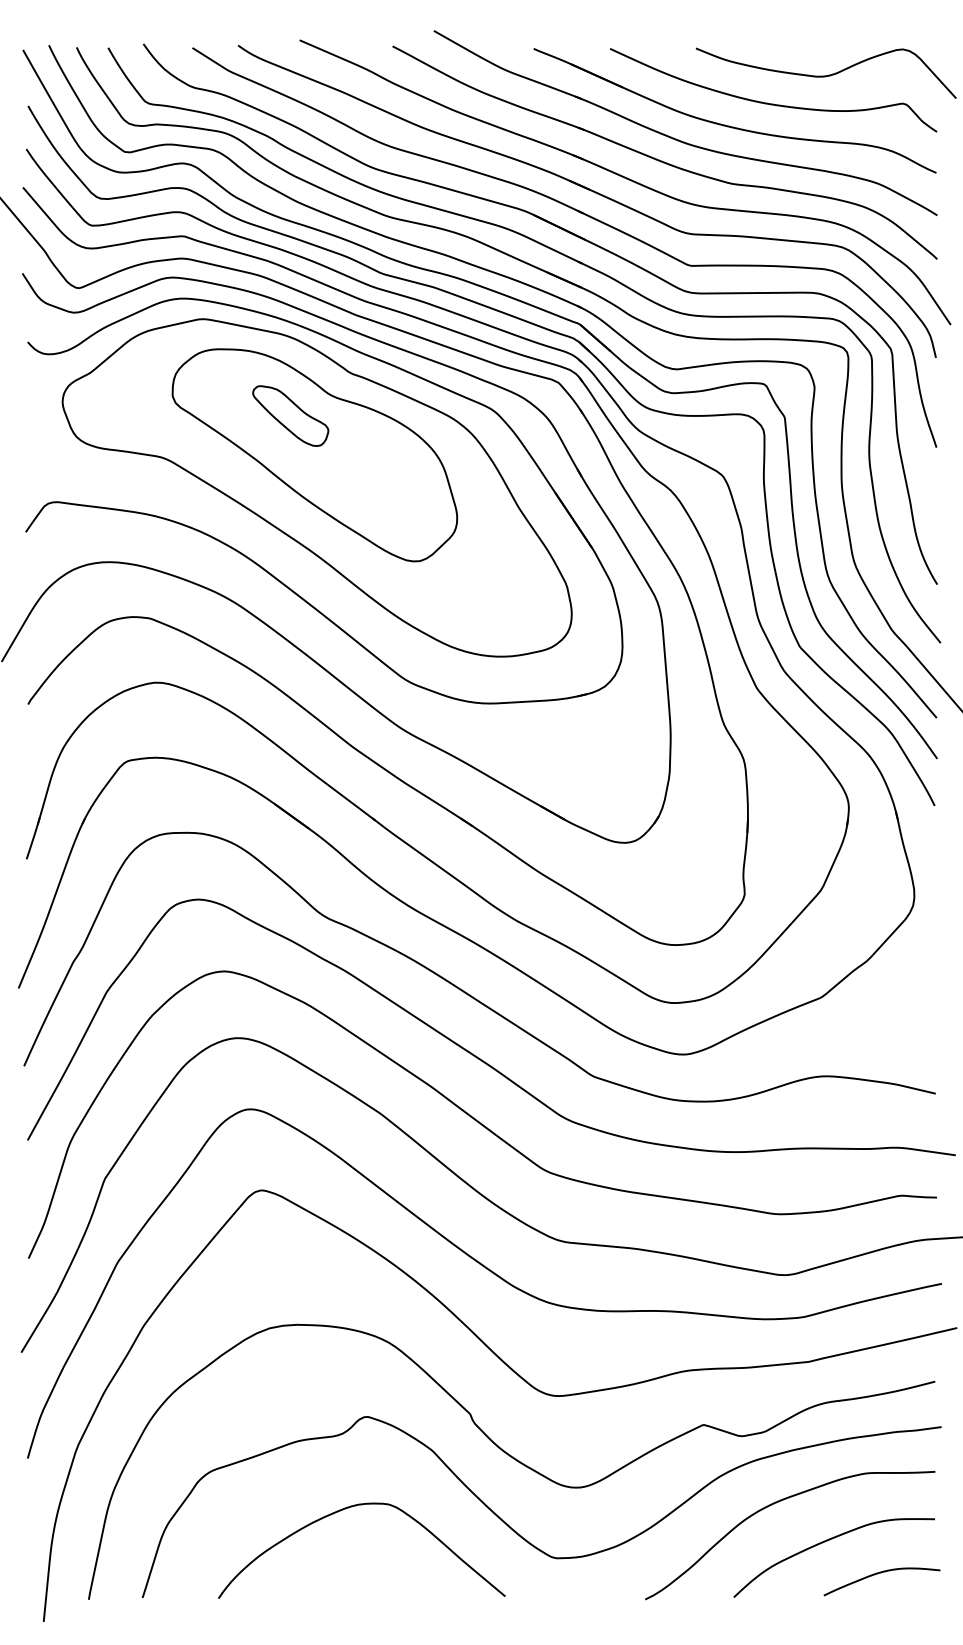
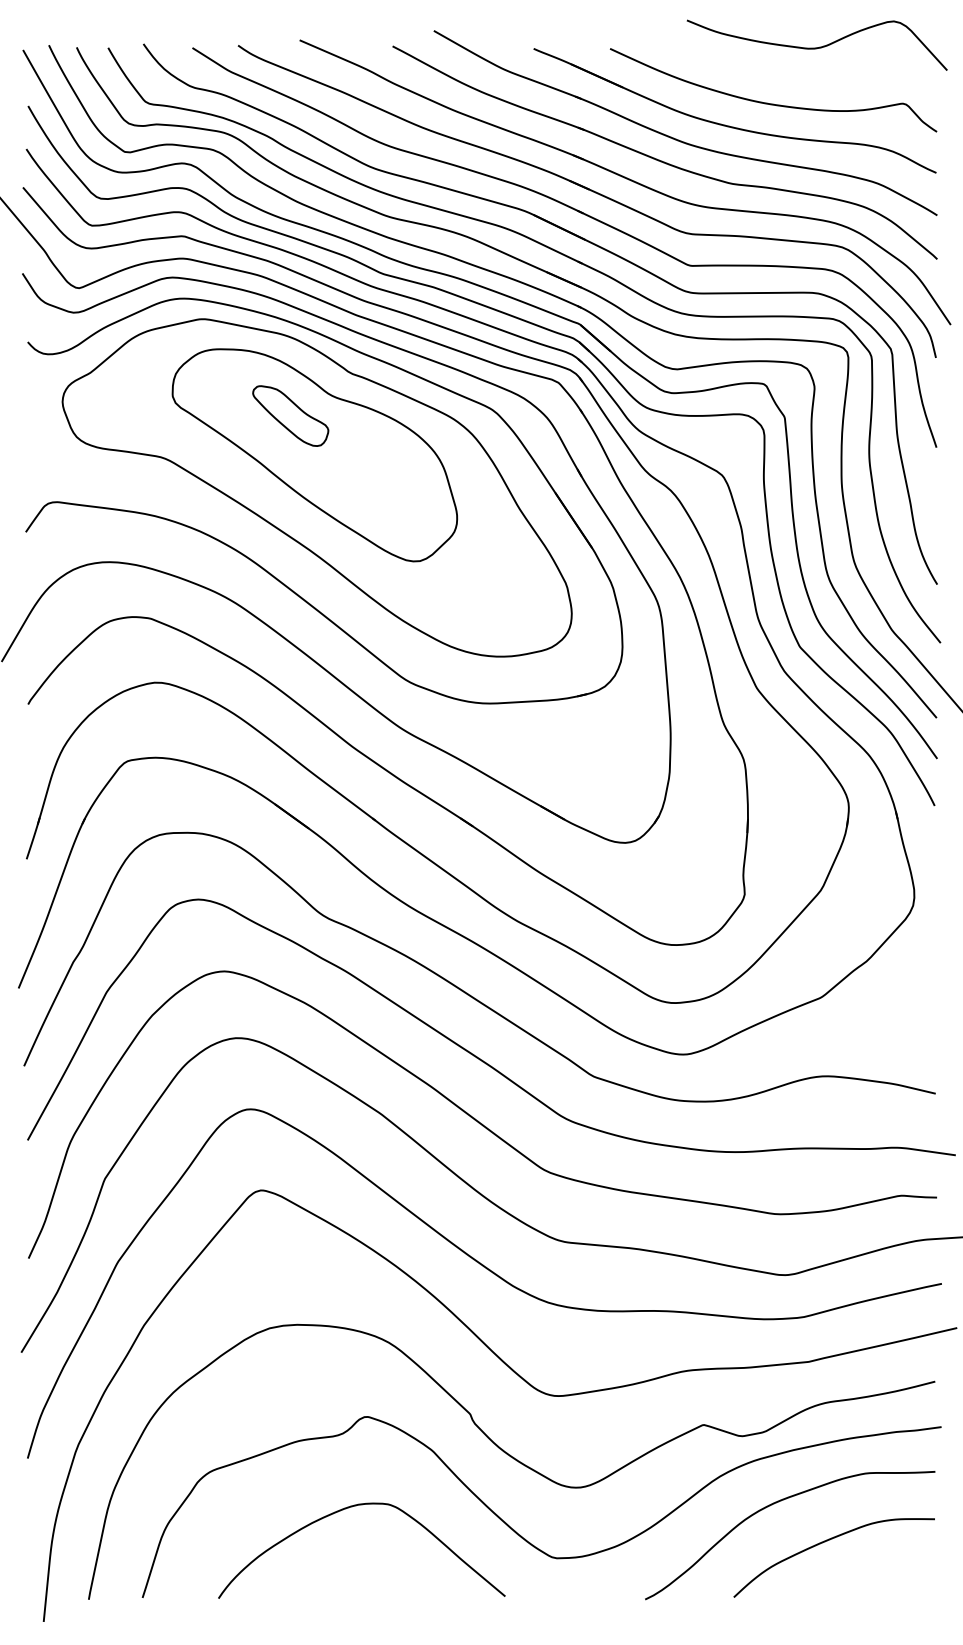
curve at (825, 75) position: (825, 75) -> (816, 47)
curve at (881, 1573): present -> none
